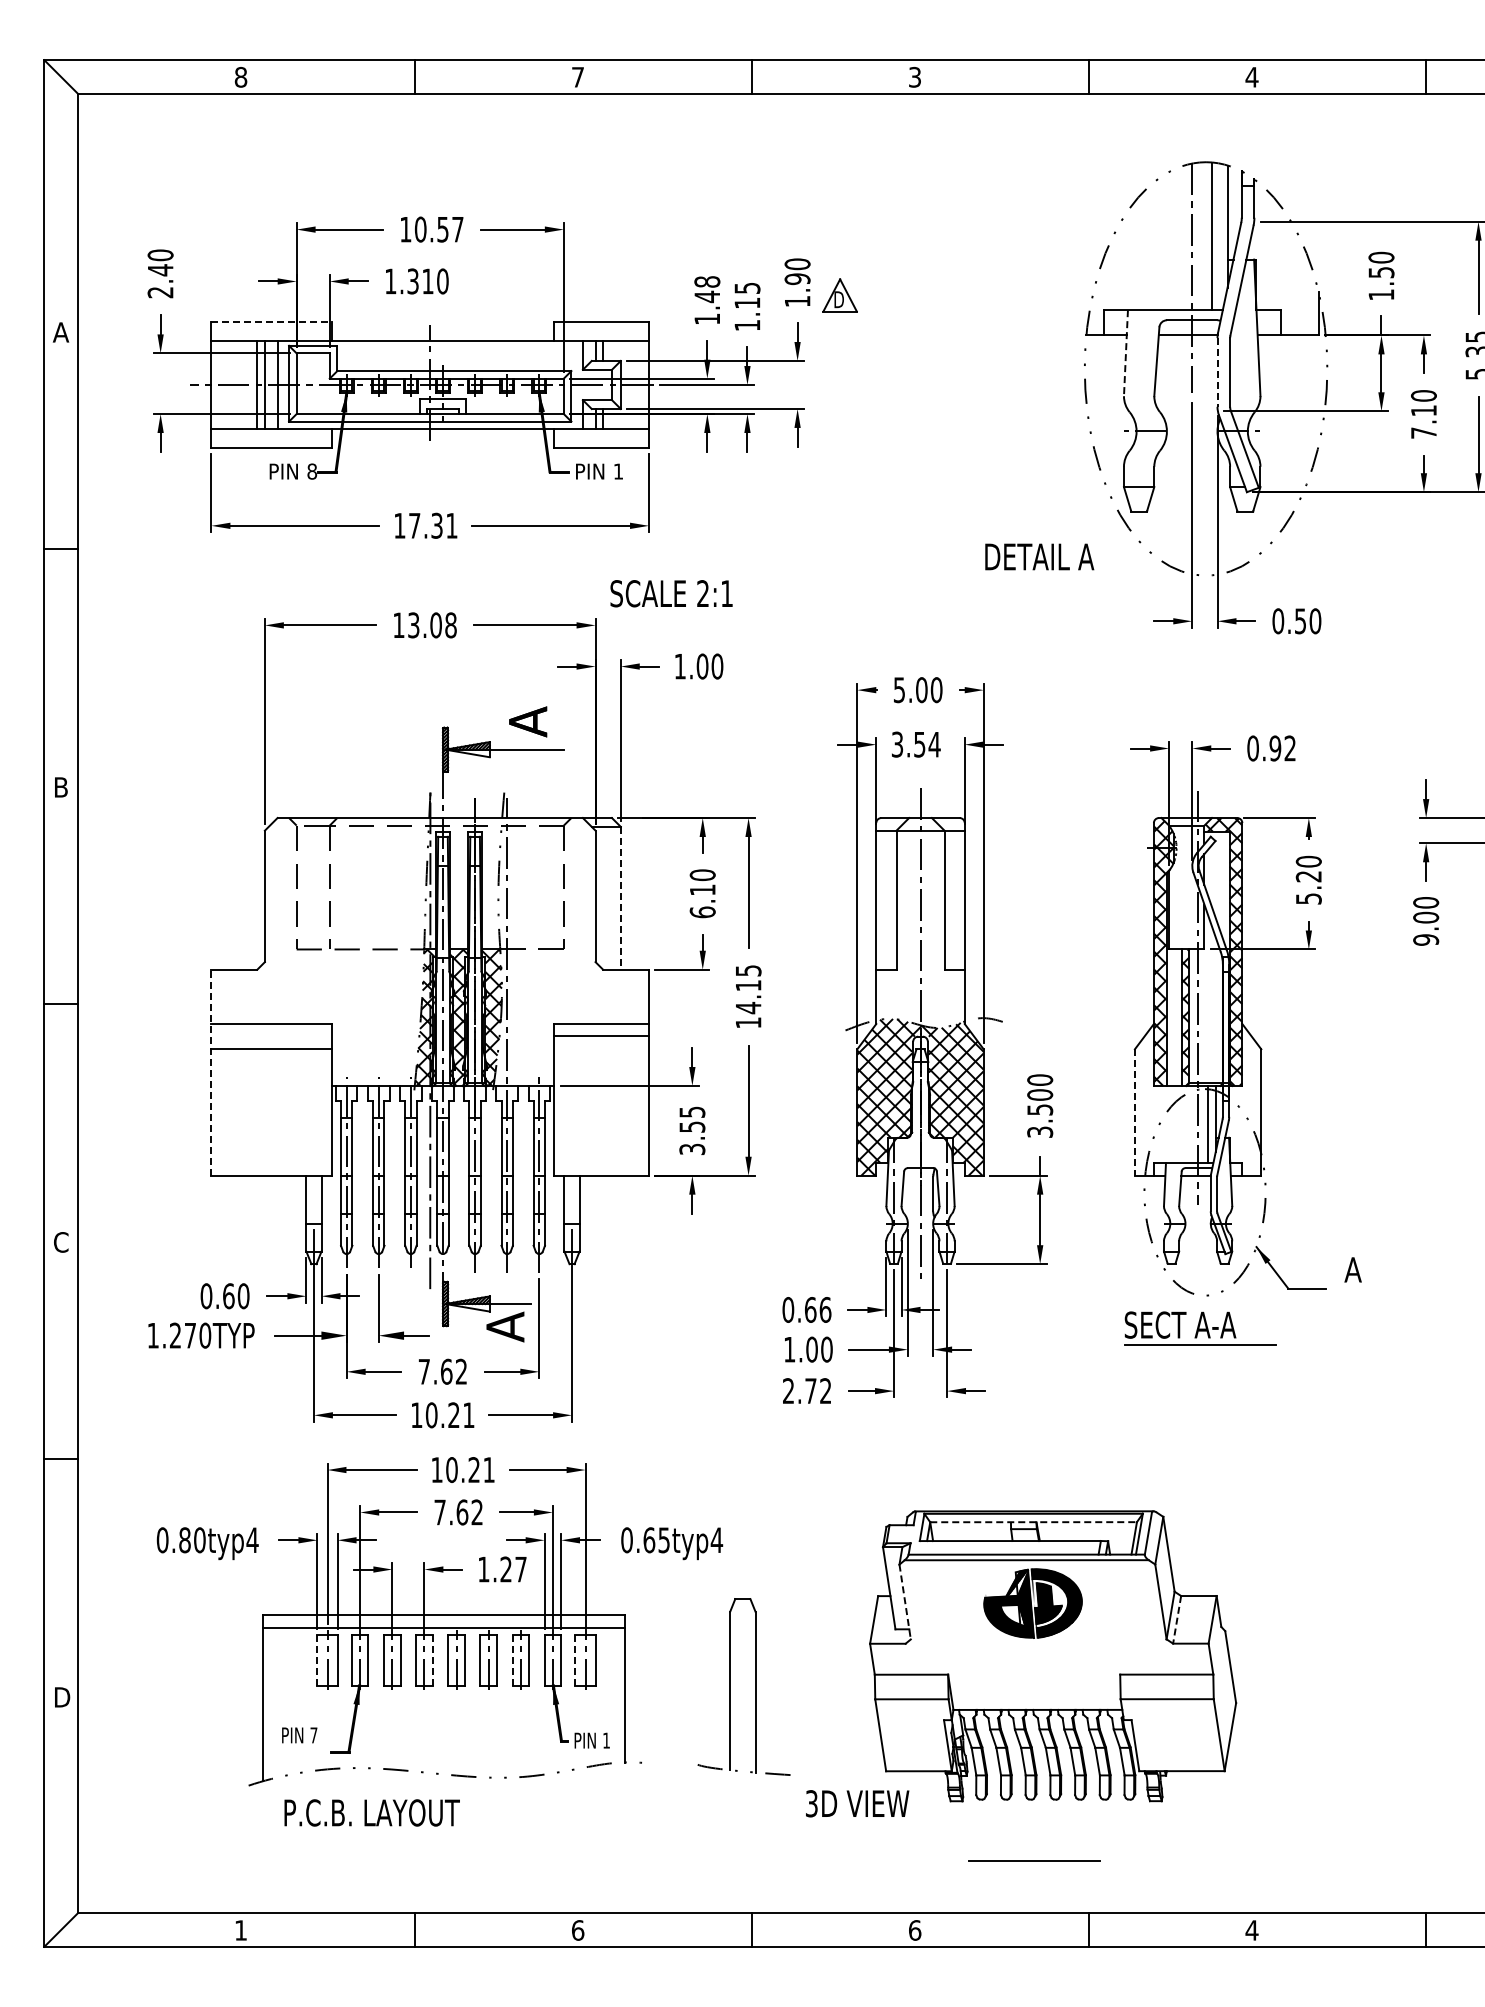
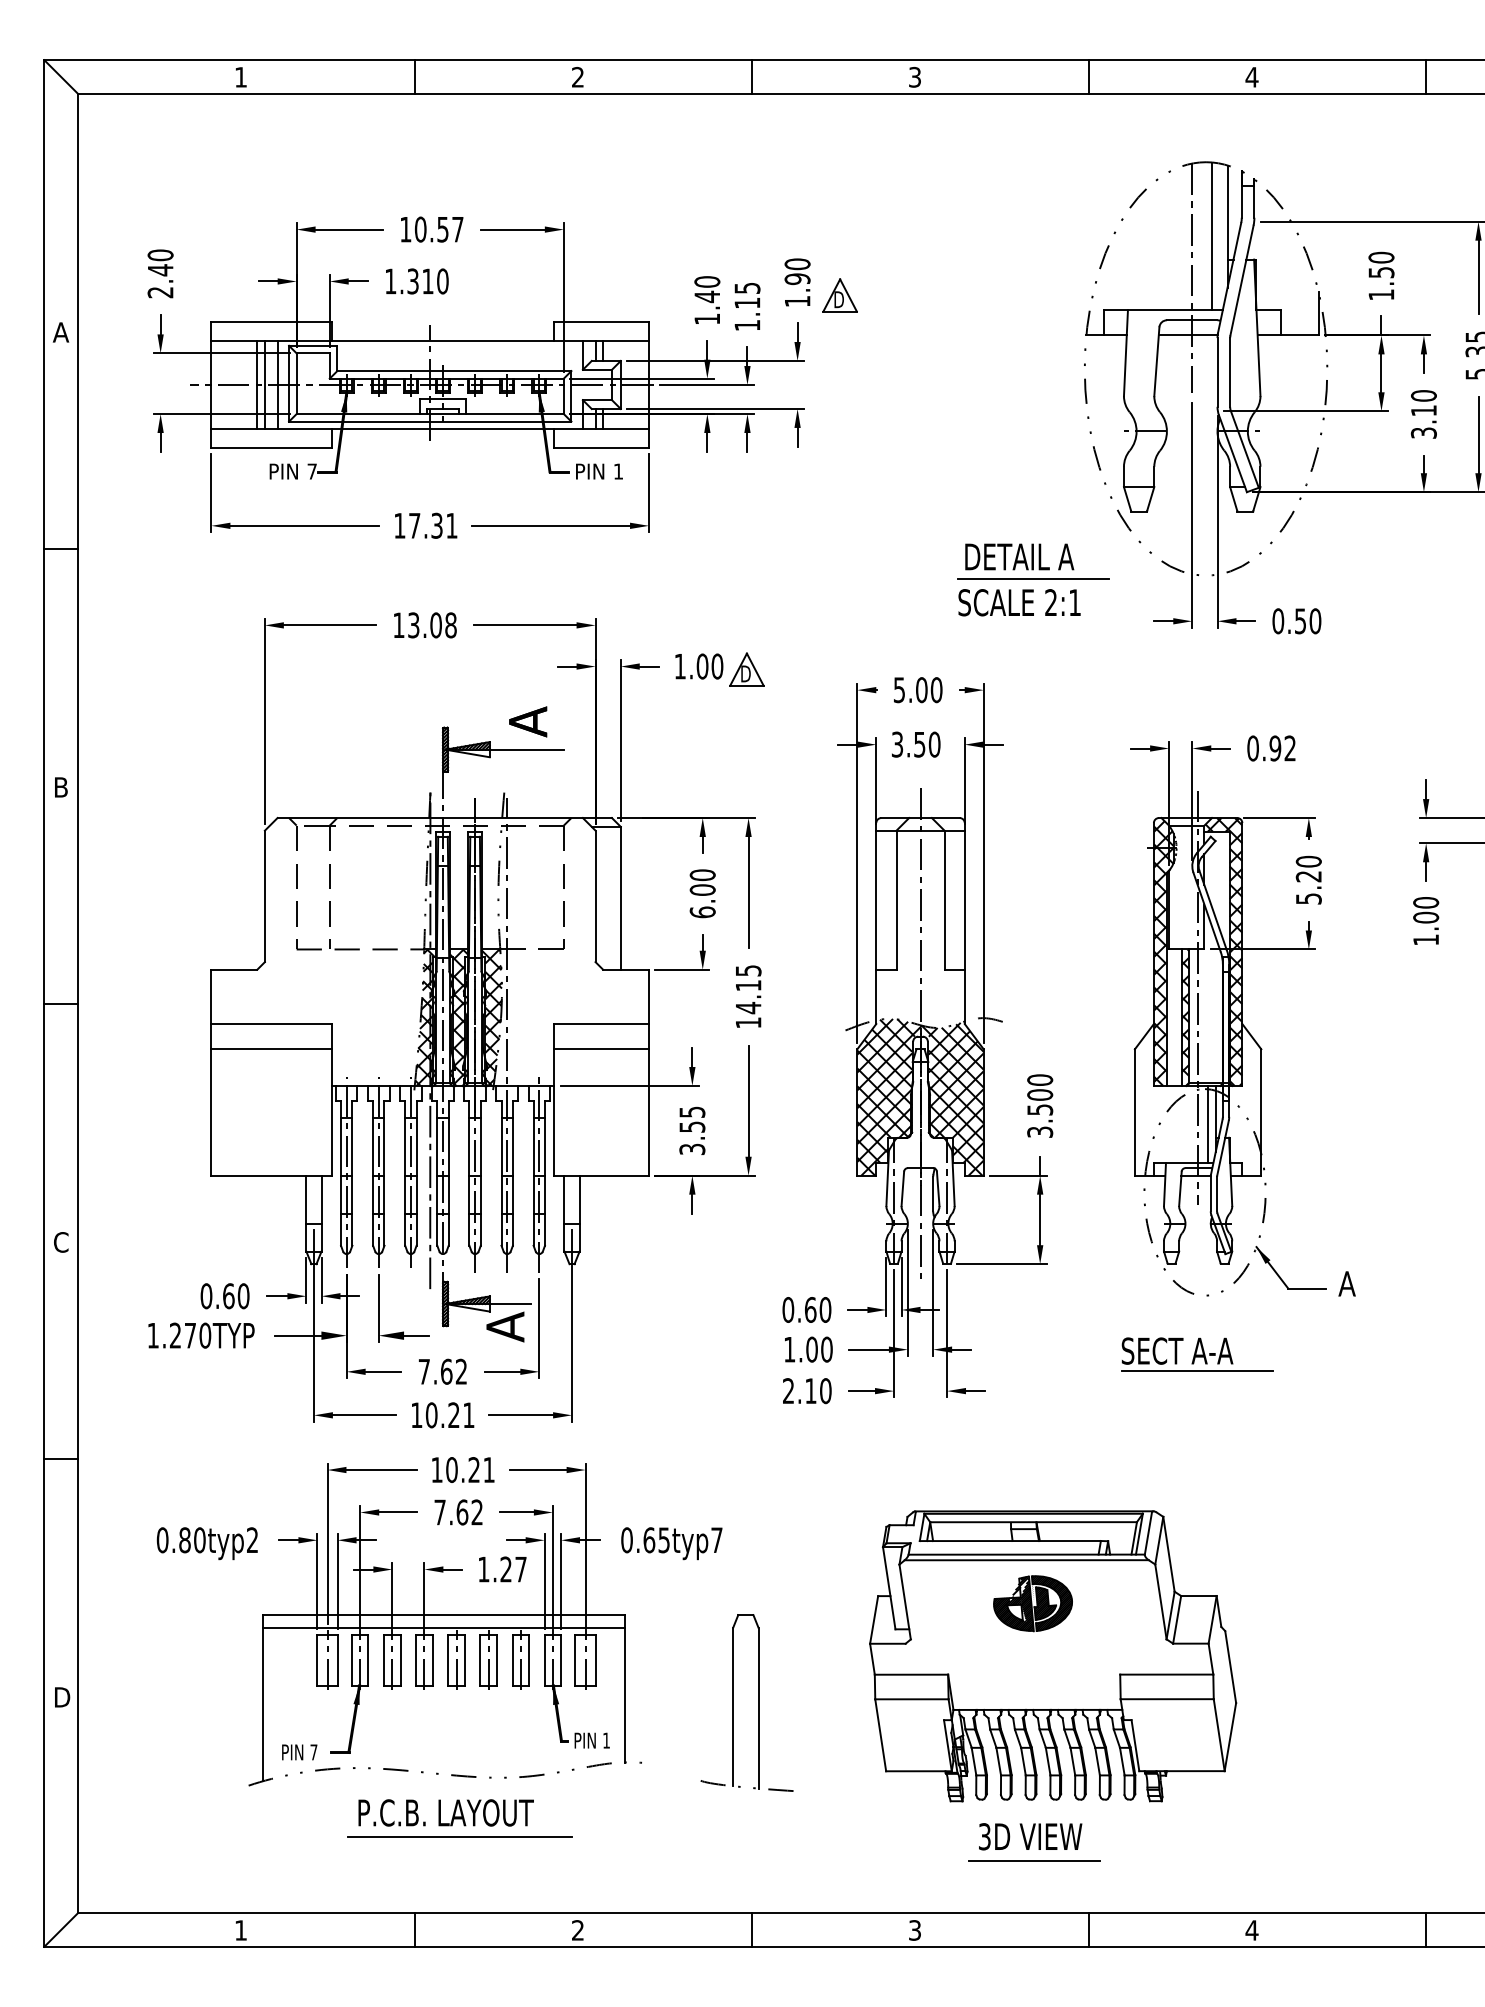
text at (240, 76): 8 -> 1
text at (577, 76): 7 -> 2
text at (707, 281): 1.48 -> 1.40
line at (272, 321): dashed -> solid
line at (1125, 353): dashed -> solid
line at (1217, 372): dashed -> solid
text at (1423, 432): 7.10 -> 3.10
text at (312, 471): 8 -> 7
text at (1039, 556) position: (1039, 556) -> (1019, 556)
line at (1033, 579): none -> present
text at (671, 593) position: (671, 593) -> (1019, 602)
part at (746, 669): none -> present
text at (934, 744): 3.54 -> 3.50
text at (702, 889): 6.10 -> 6.00
line at (620, 898): dashed -> solid
text at (1426, 939): 9.00 -> 1.00
line at (601, 1036) position: (601, 1036) -> (601, 1049)
line at (211, 1072): dashed -> solid
line at (1134, 1113): dashed -> solid
text at (1352, 1269) position: (1352, 1269) -> (1346, 1283)
text at (825, 1309): 0.66 -> 0.60
part at (1200, 1328) position: (1200, 1328) -> (1197, 1354)
text at (818, 1391): 2.72 -> 2.10
line at (1034, 1522): dashed -> solid
text at (252, 1539): 0.80typ4 -> 0.80typ2
text at (716, 1539): 0.65typ4 -> 0.65typ7
line at (905, 1602): dashed -> solid
part at (1032, 1603) size: 100x71 px -> 80x58 px
line at (1177, 1620): dashed -> solid
line at (317, 1661): dashed -> solid
line at (432, 1661): dashed -> solid
line at (512, 1661): dashed -> solid
line at (575, 1661): dashed -> solid
part at (755, 1686) position: (755, 1686) -> (758, 1702)
text at (299, 1735) position: (299, 1735) -> (299, 1752)
text at (857, 1803) position: (857, 1803) -> (1030, 1836)
text at (371, 1812) position: (371, 1812) -> (445, 1812)
line at (459, 1837): none -> present
text at (578, 1930): 6 -> 2
text at (915, 1930): 6 -> 3
